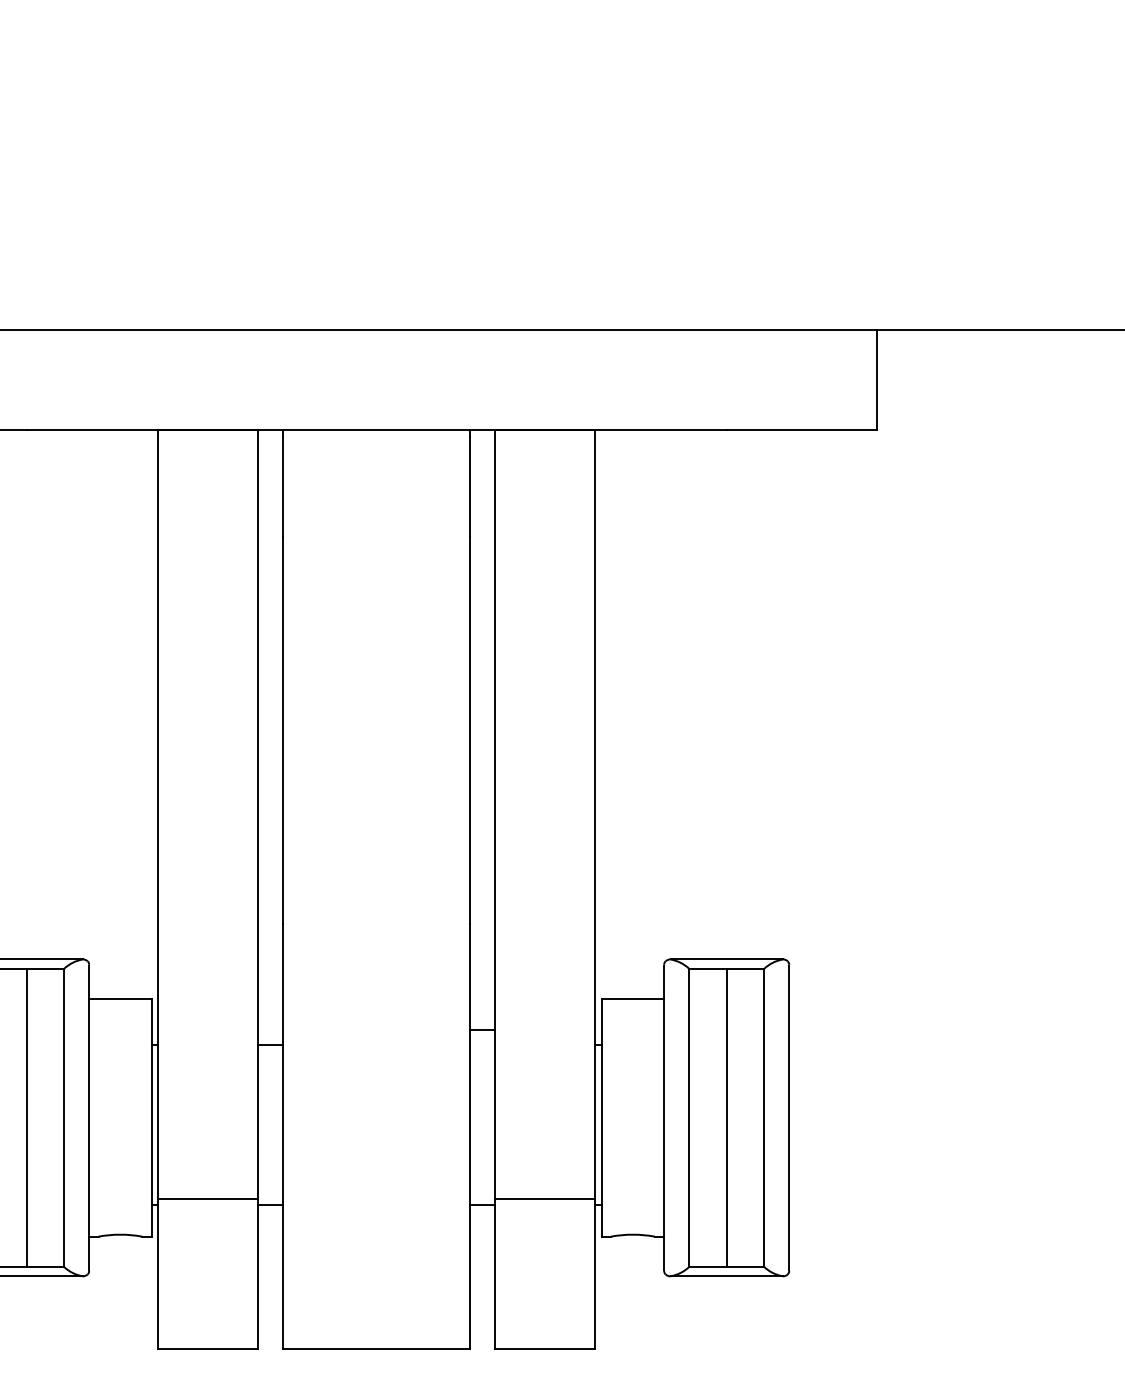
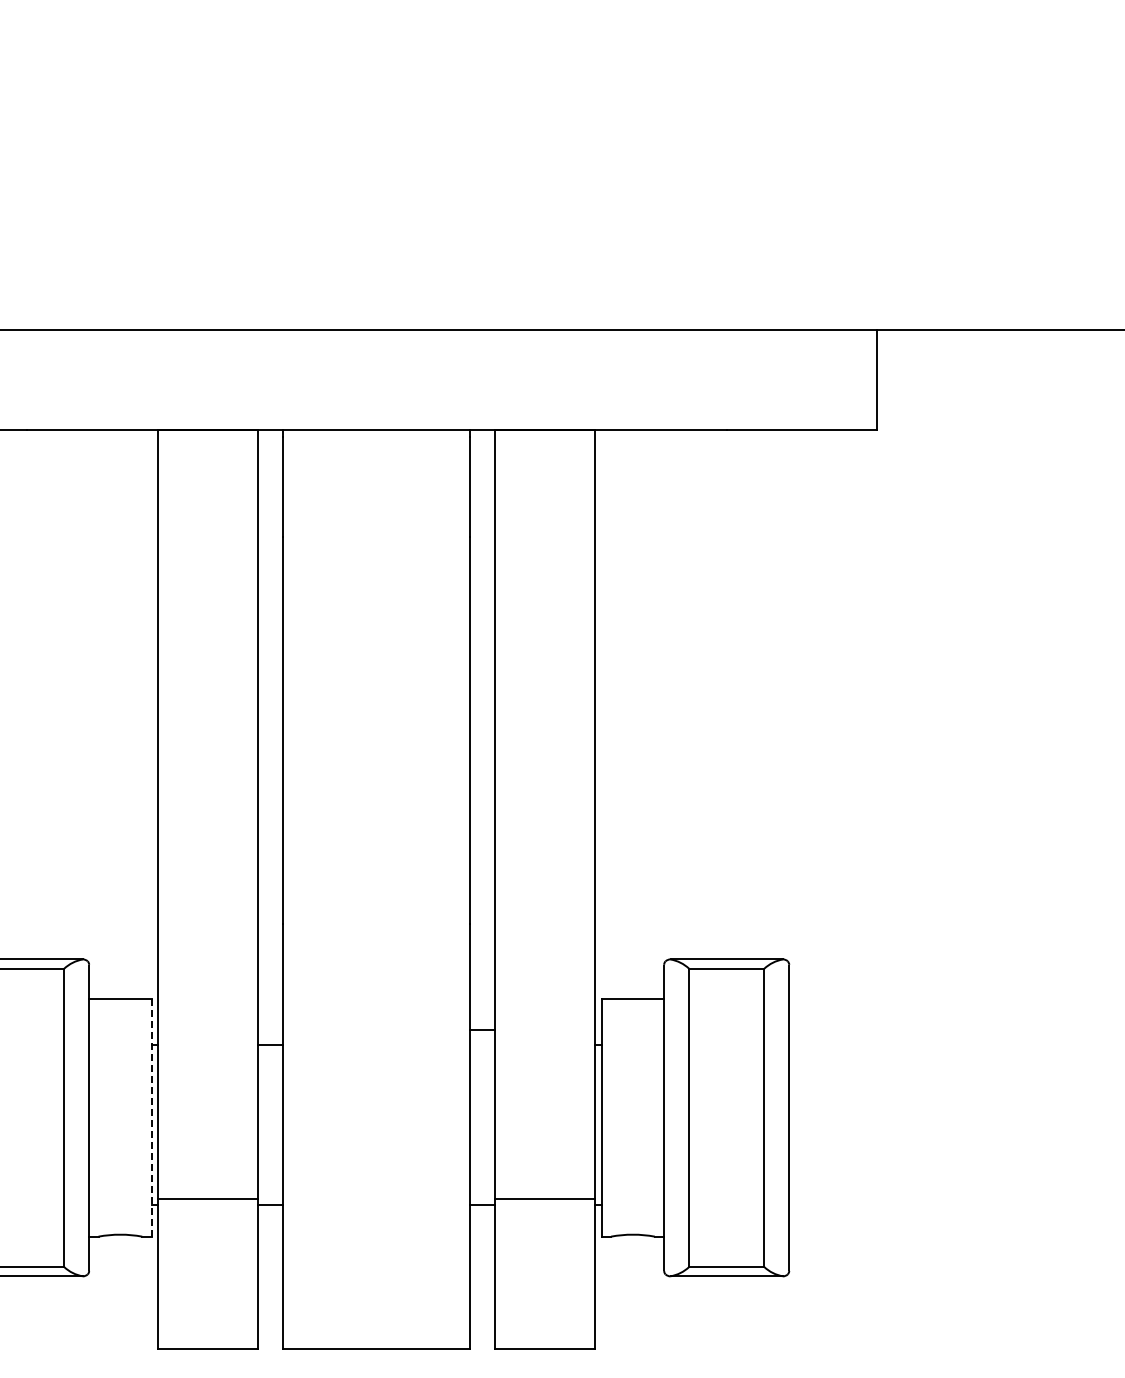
line at (26, 1117): present -> none
line at (151, 1117): solid -> dashed
line at (726, 1117): present -> none
